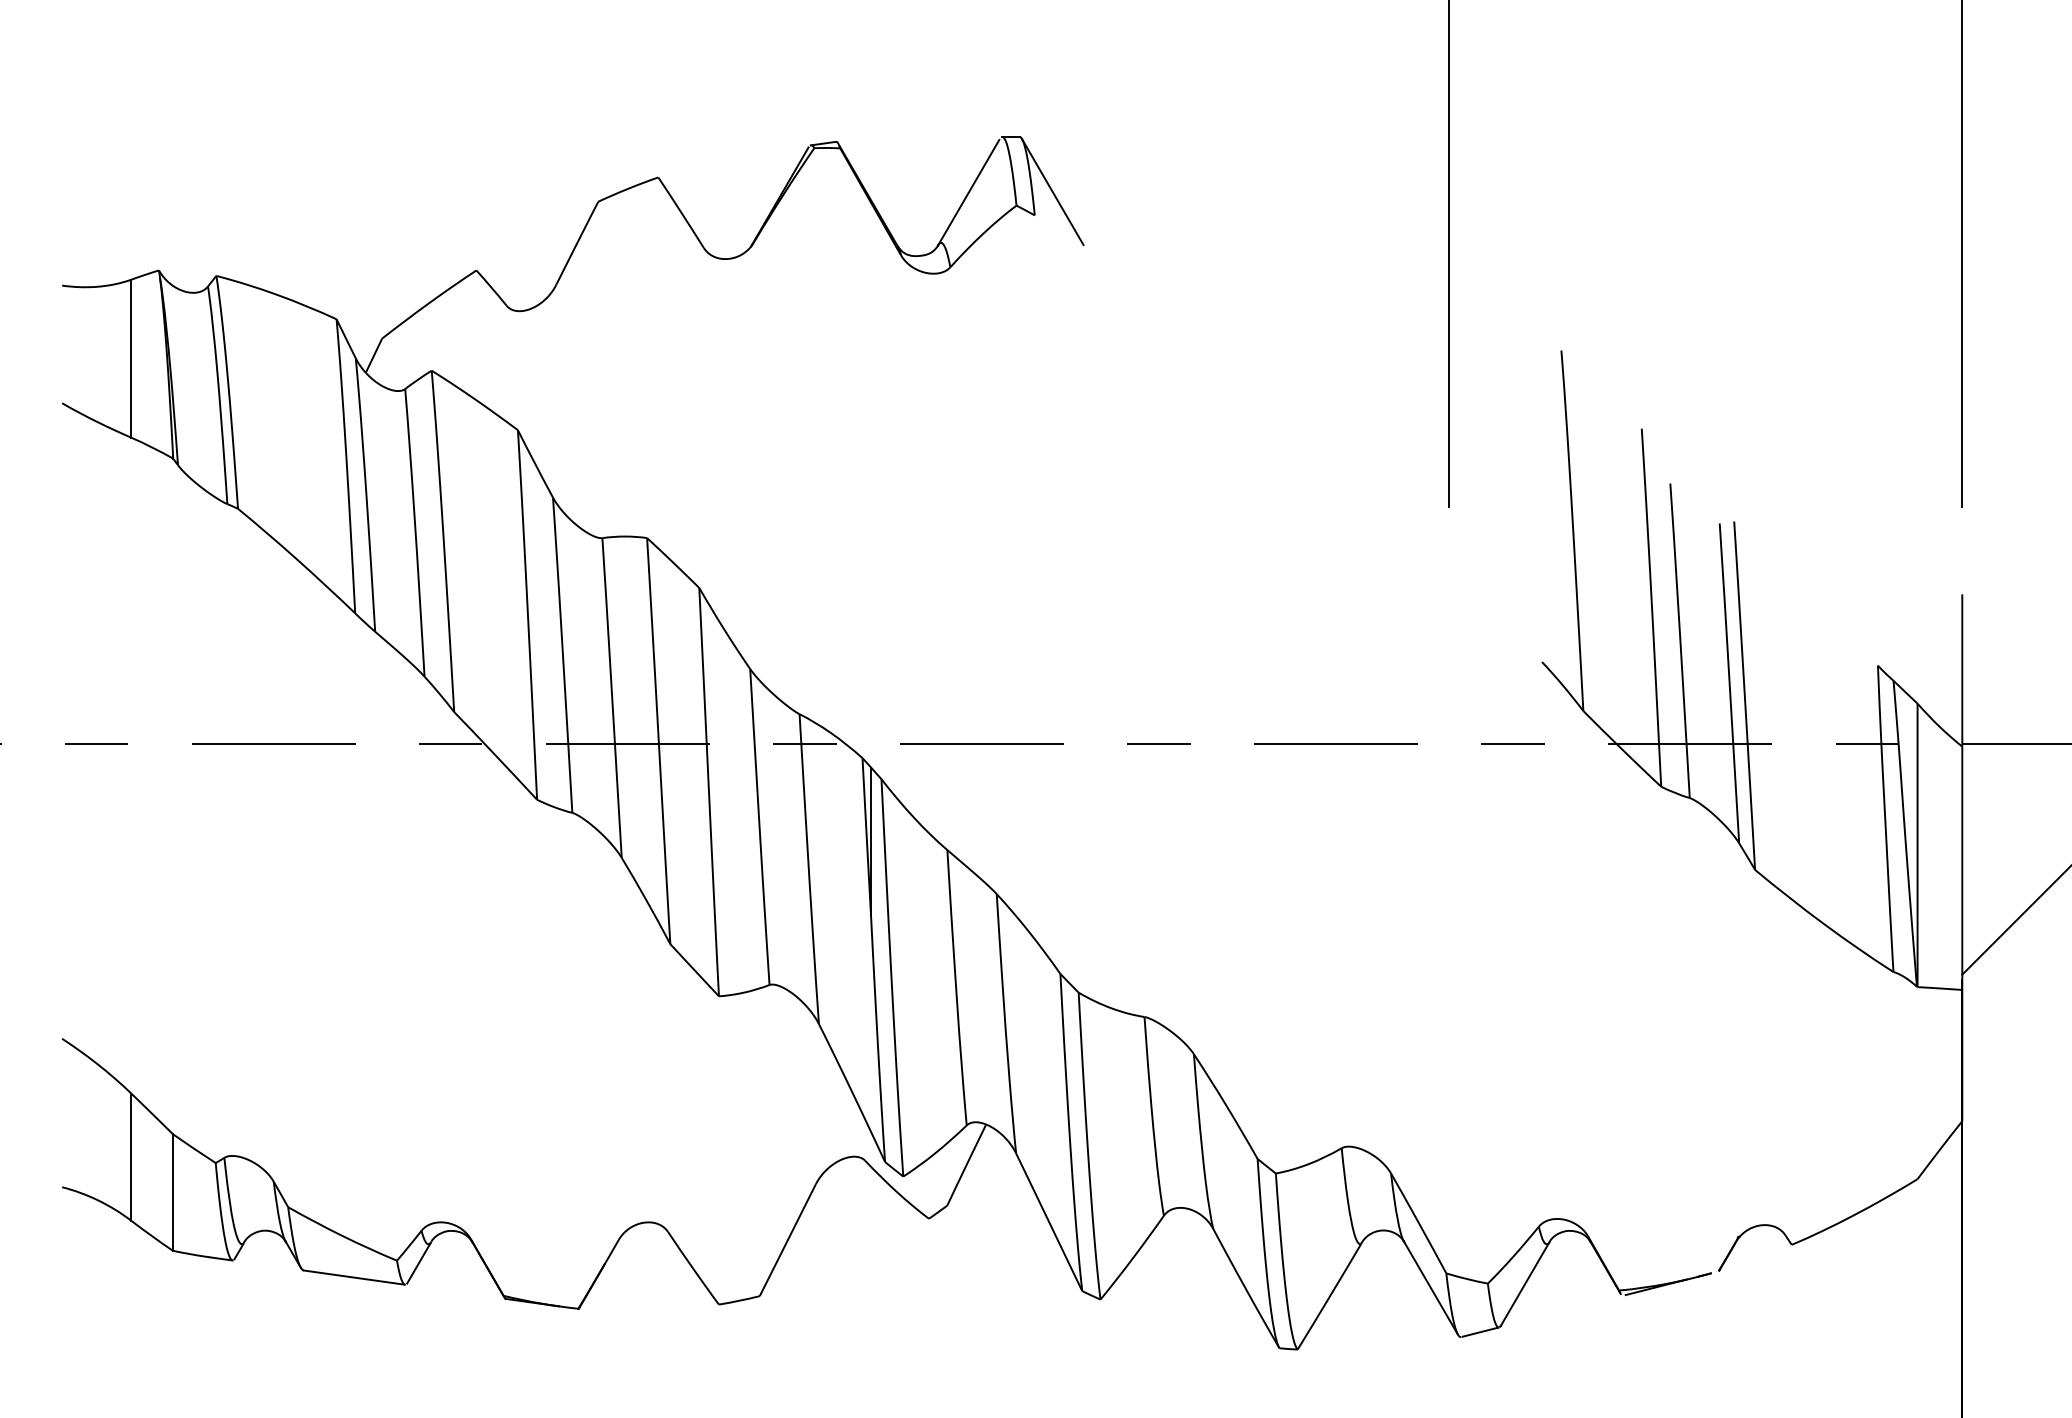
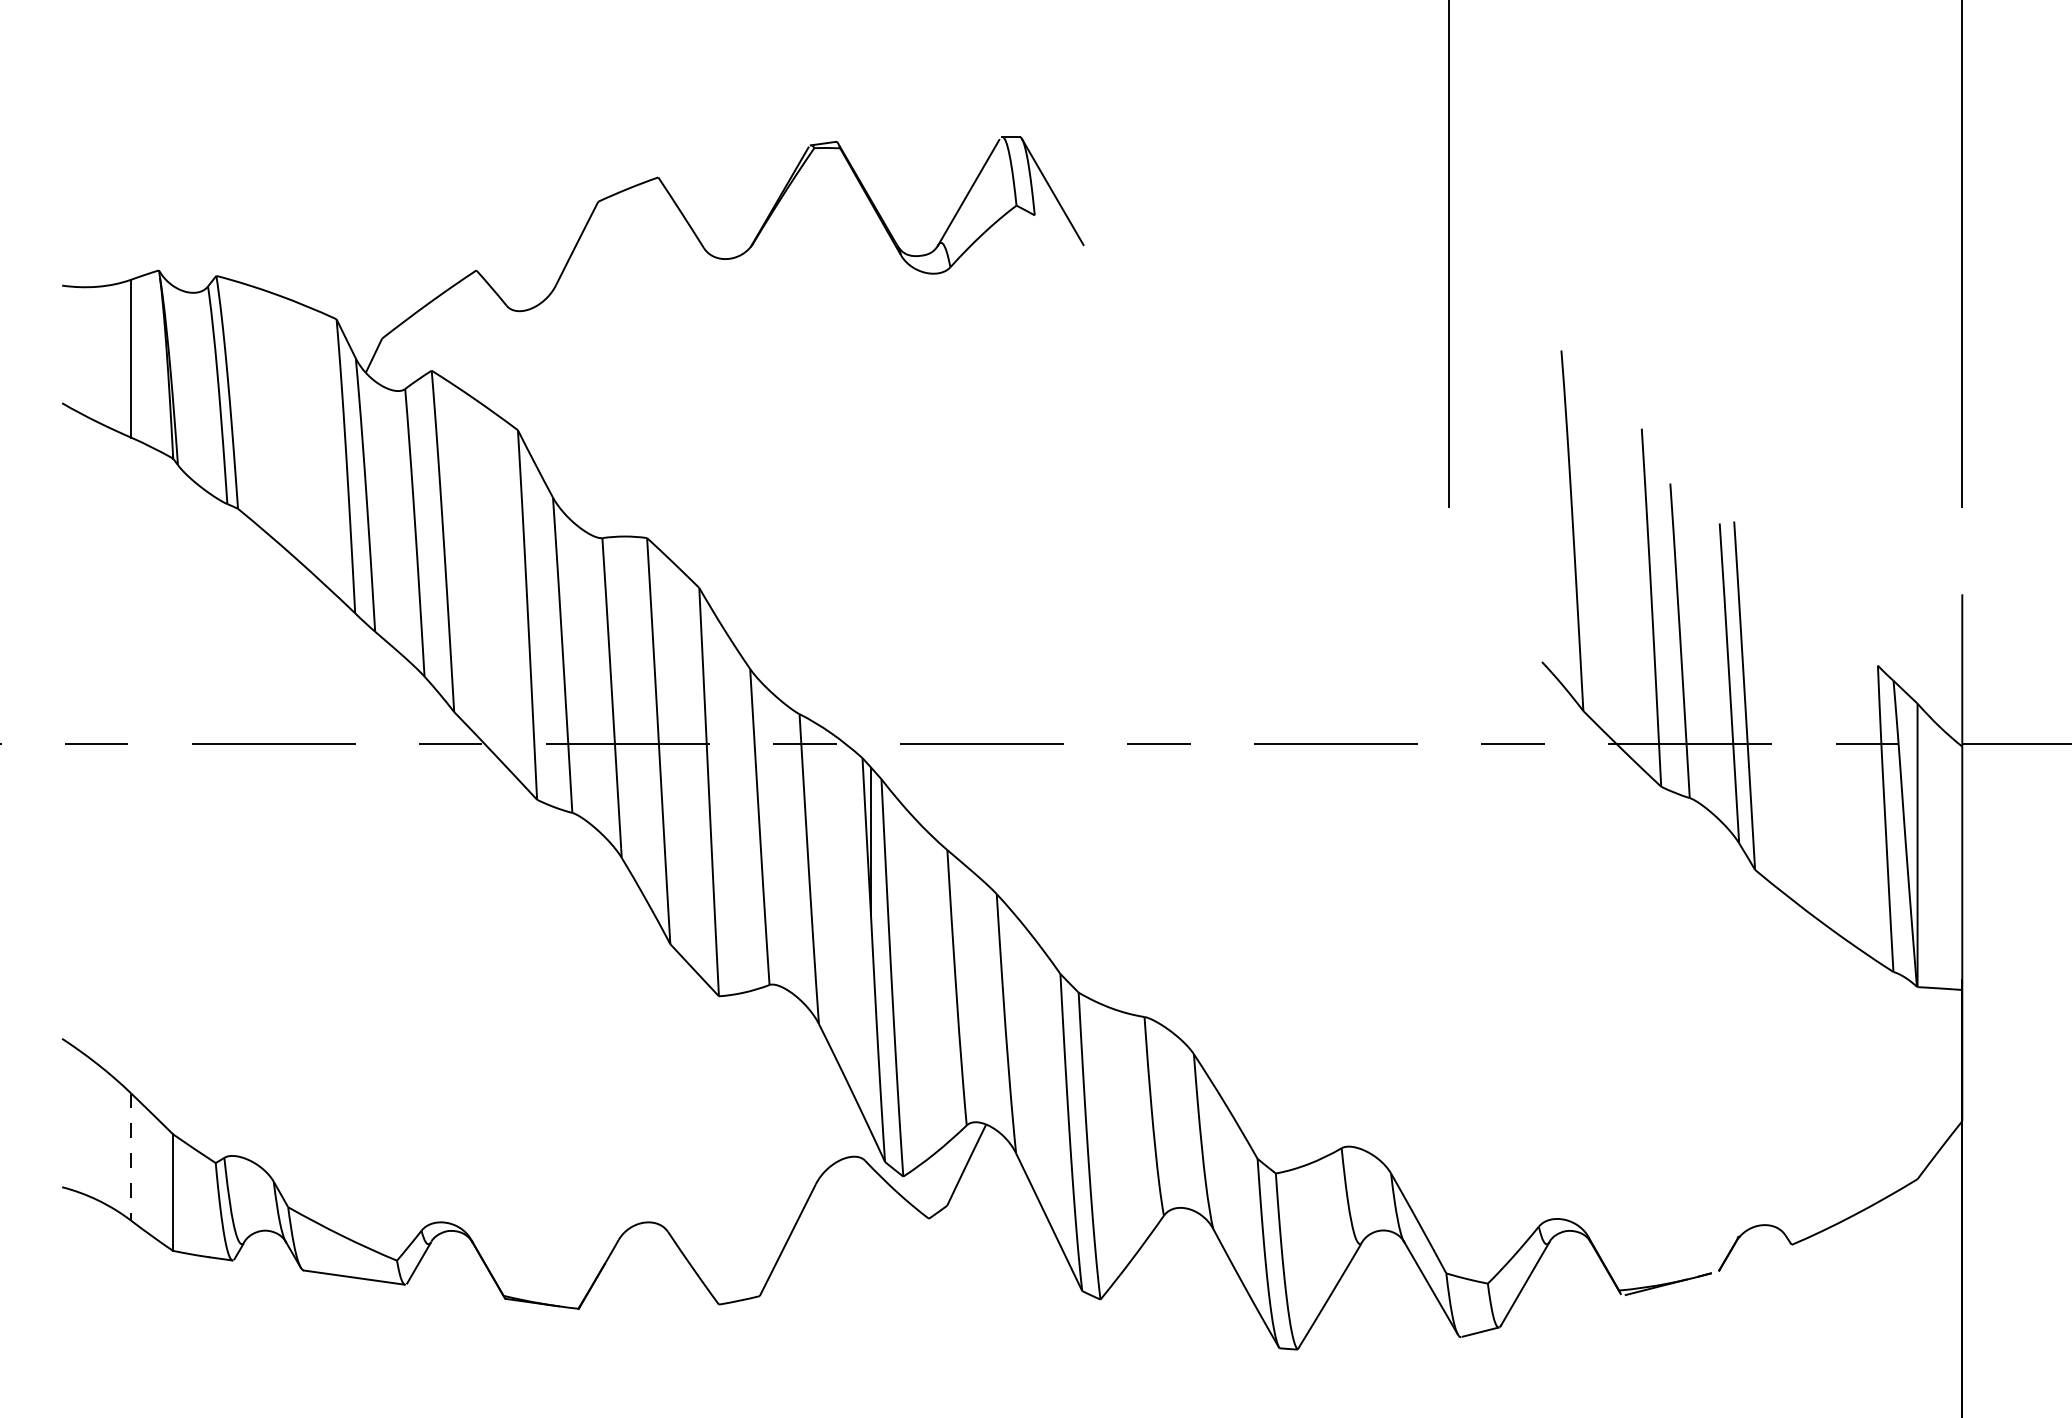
line at (2015, 921): present -> none
line at (131, 1157): solid -> dashed
